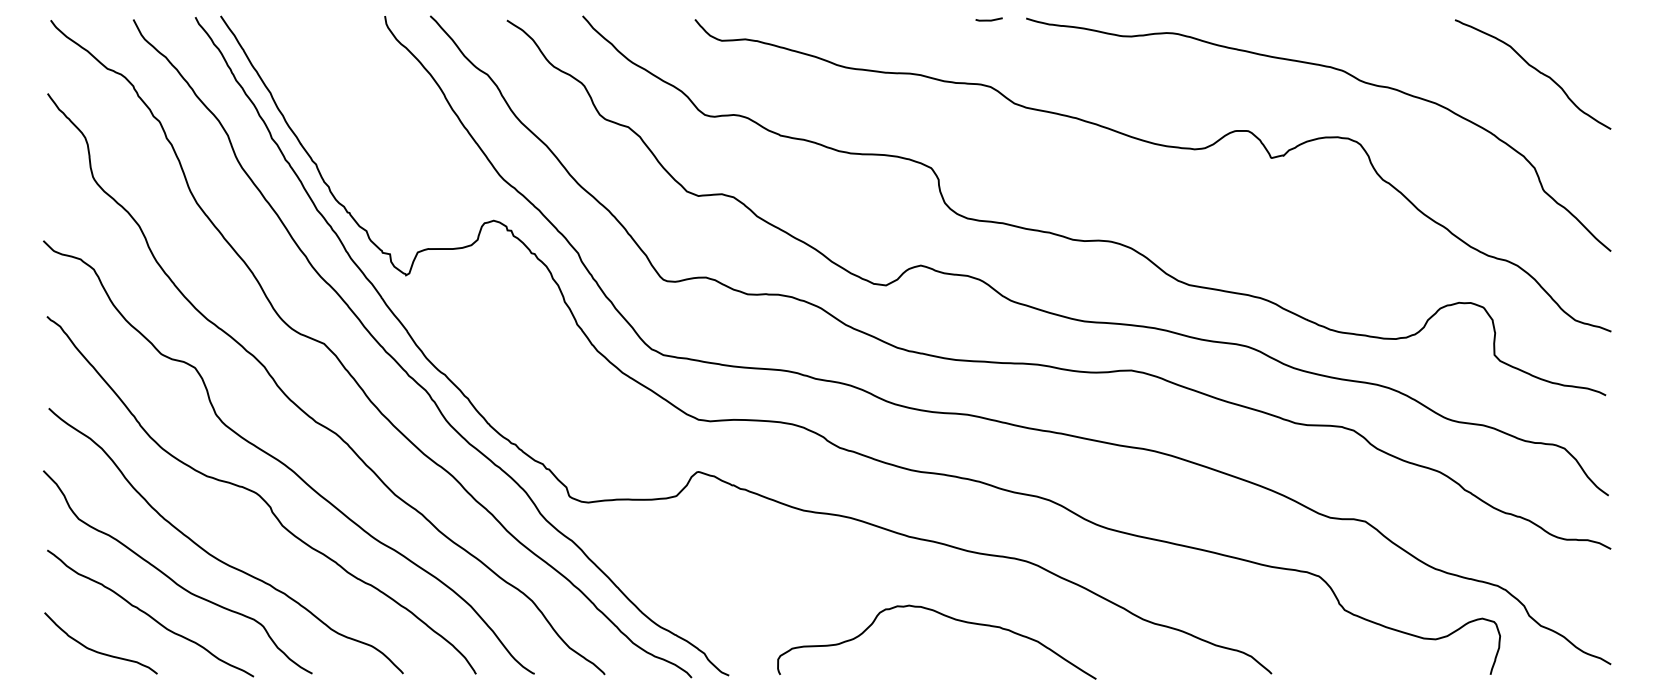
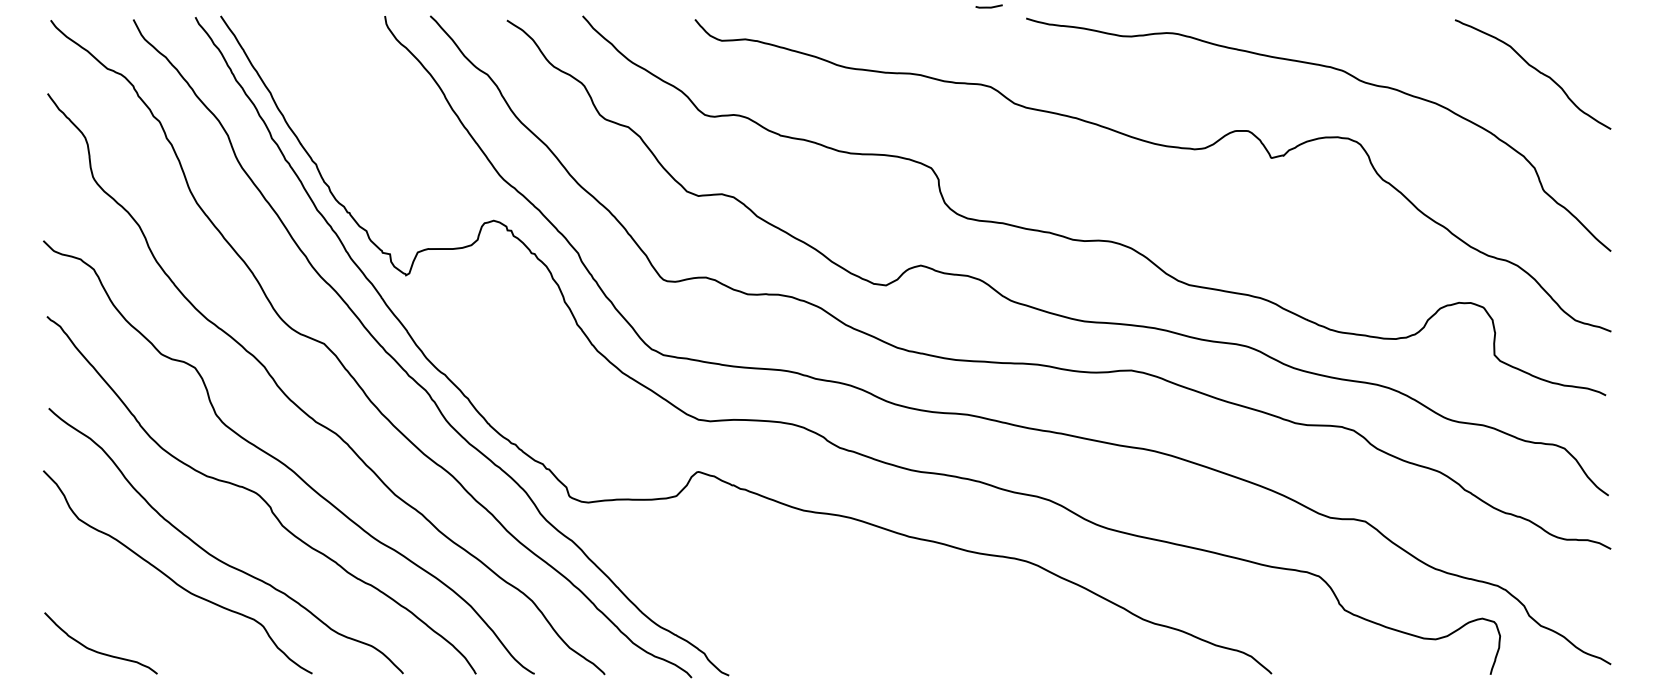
line at (988, 19) position: (988, 19) -> (988, 6)
curve at (149, 614): present -> none
curve at (944, 616): present -> none
